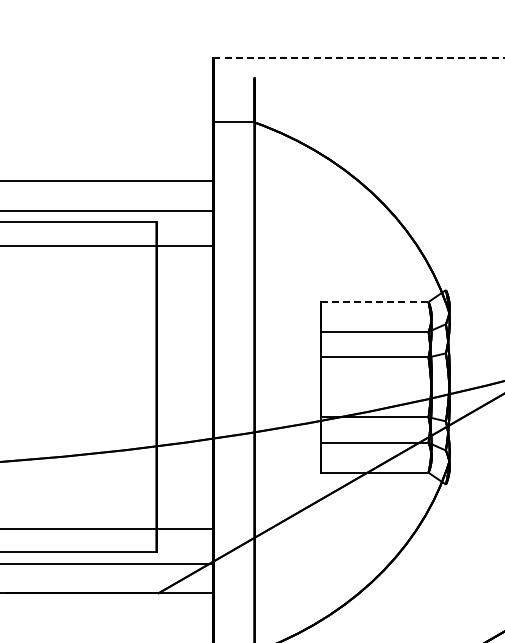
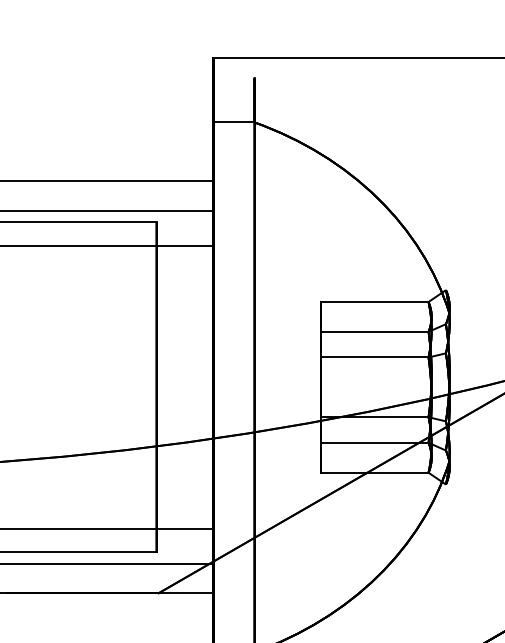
line at (359, 57): dashed -> solid
line at (374, 302): dashed -> solid
